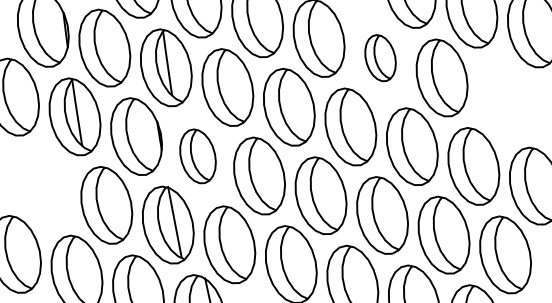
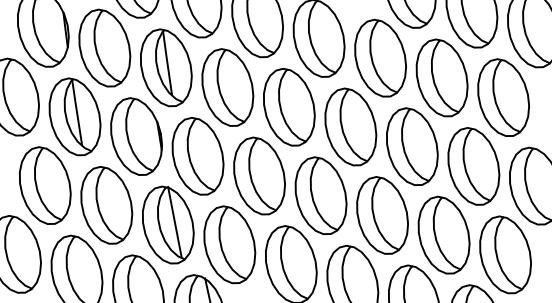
part at (380, 58) size: 33x49 px -> 53x80 px
part at (503, 97): none -> present
part at (197, 156) size: 38x57 px -> 54x79 px
part at (45, 185): none -> present
